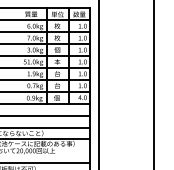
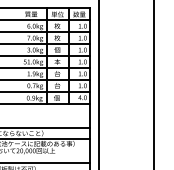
line at (46, 115): present -> none
